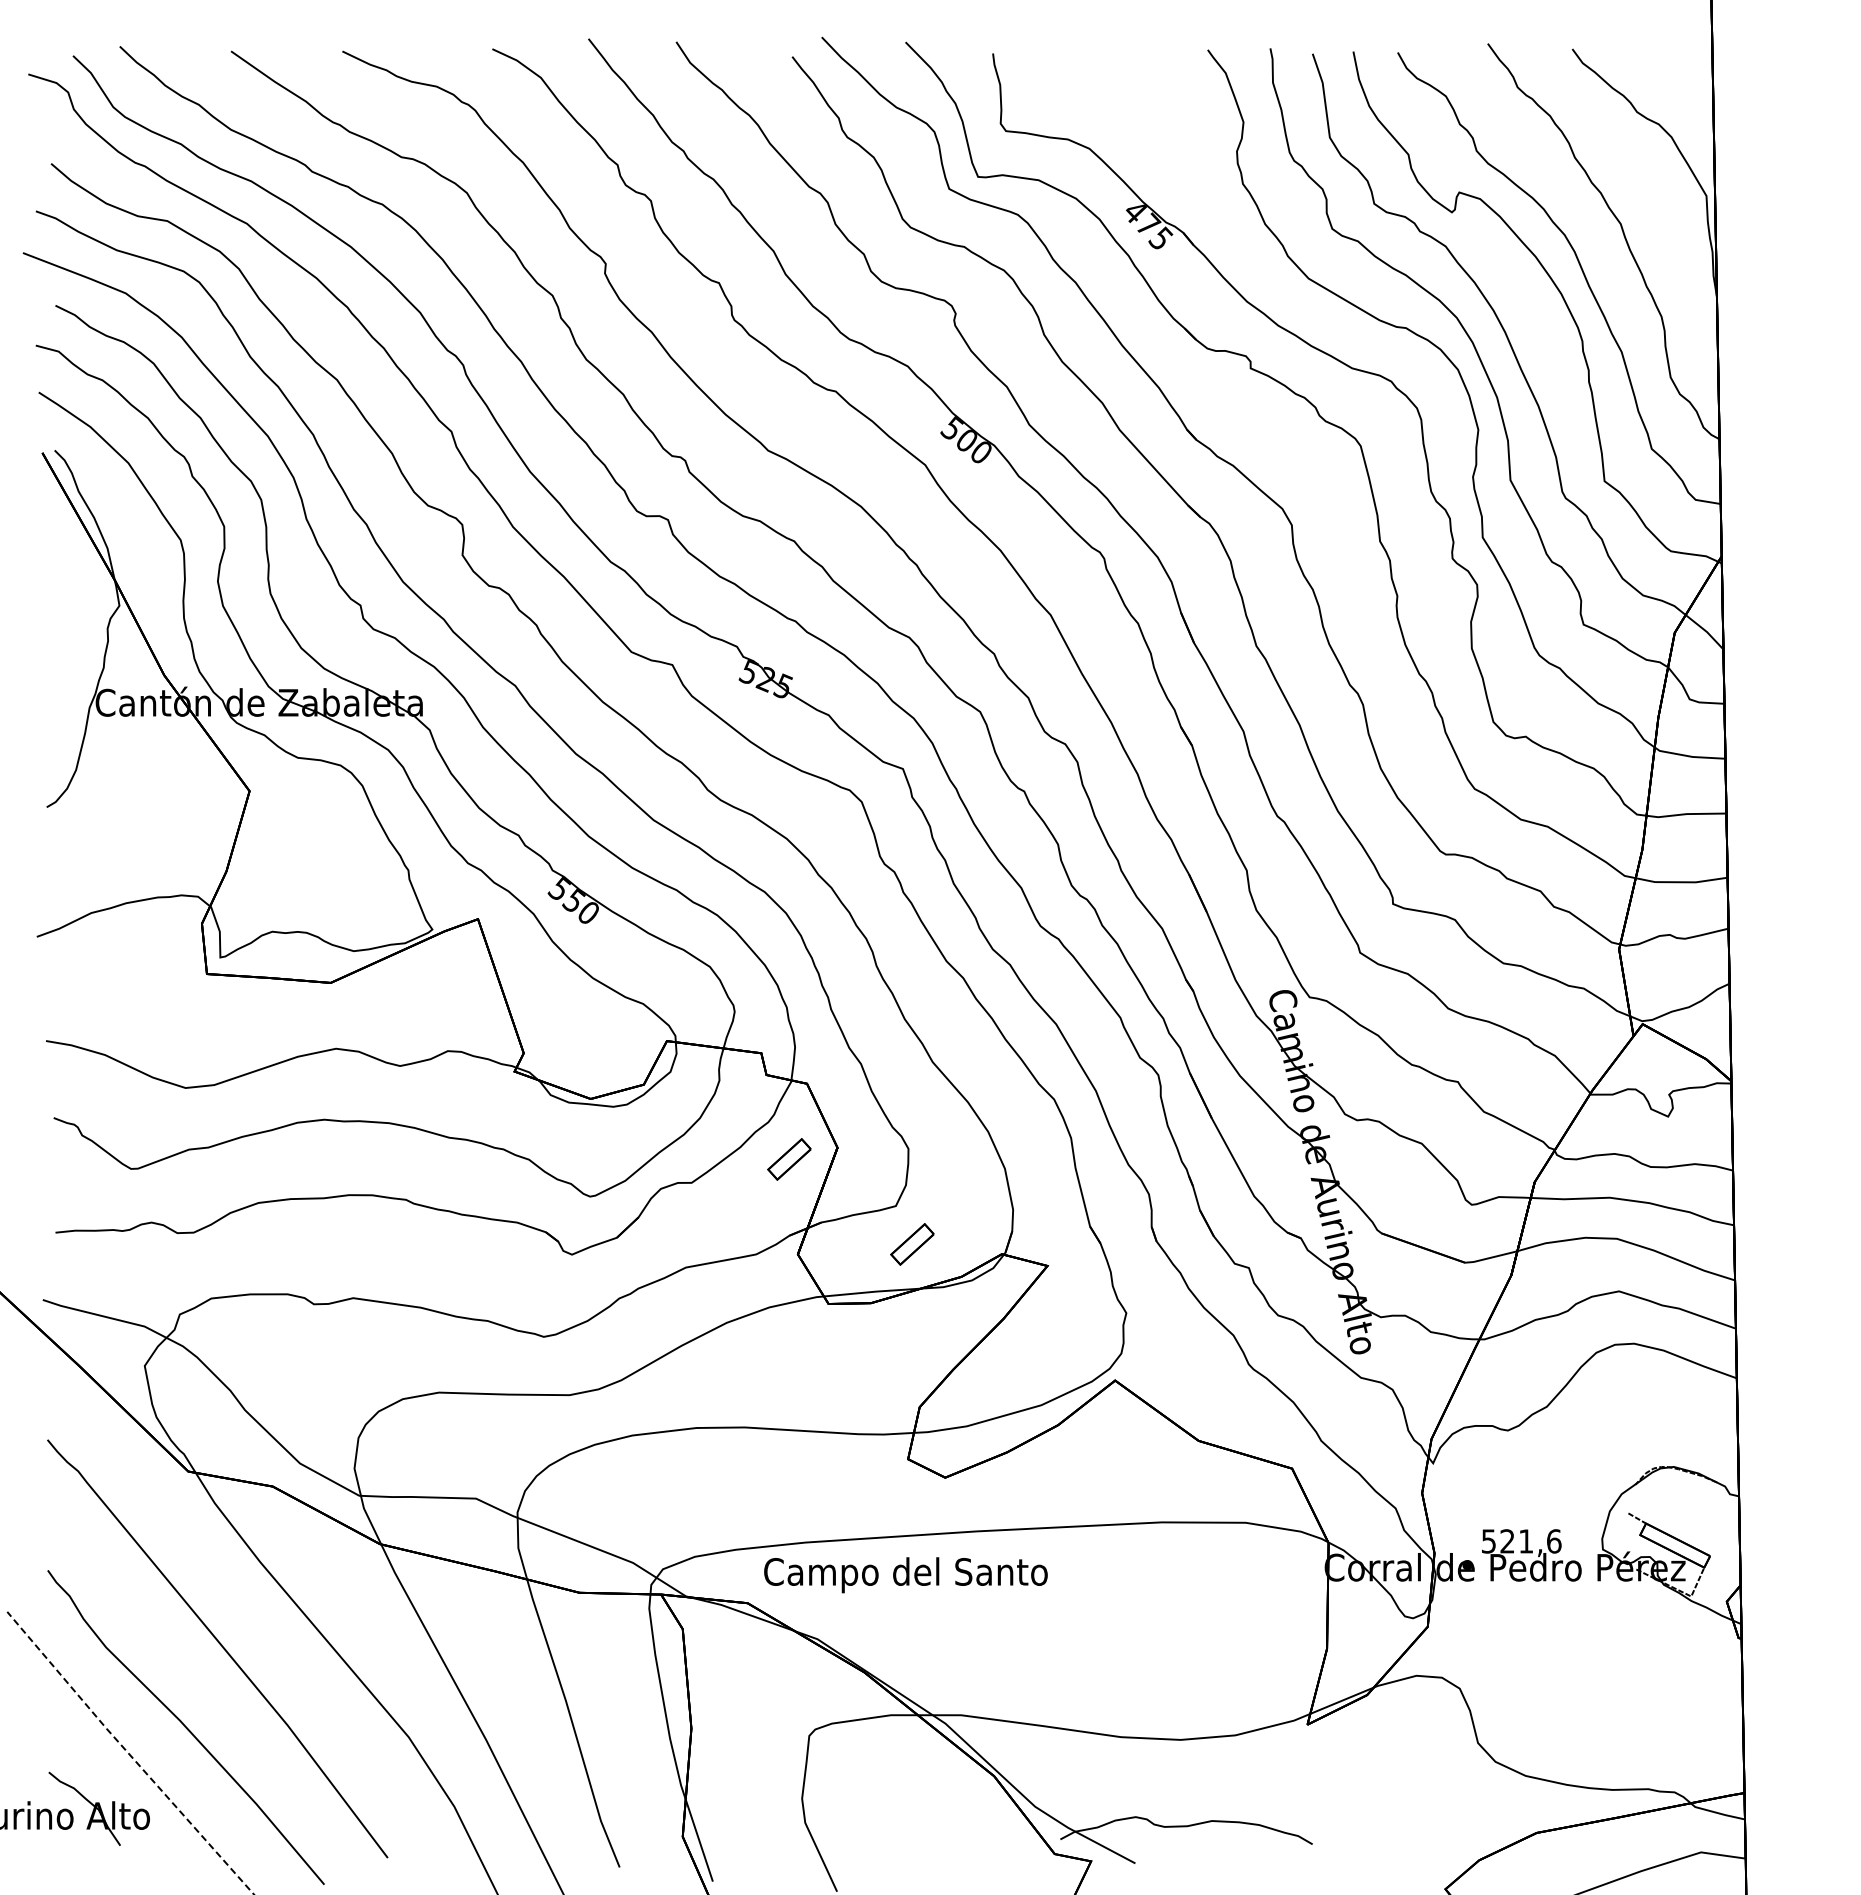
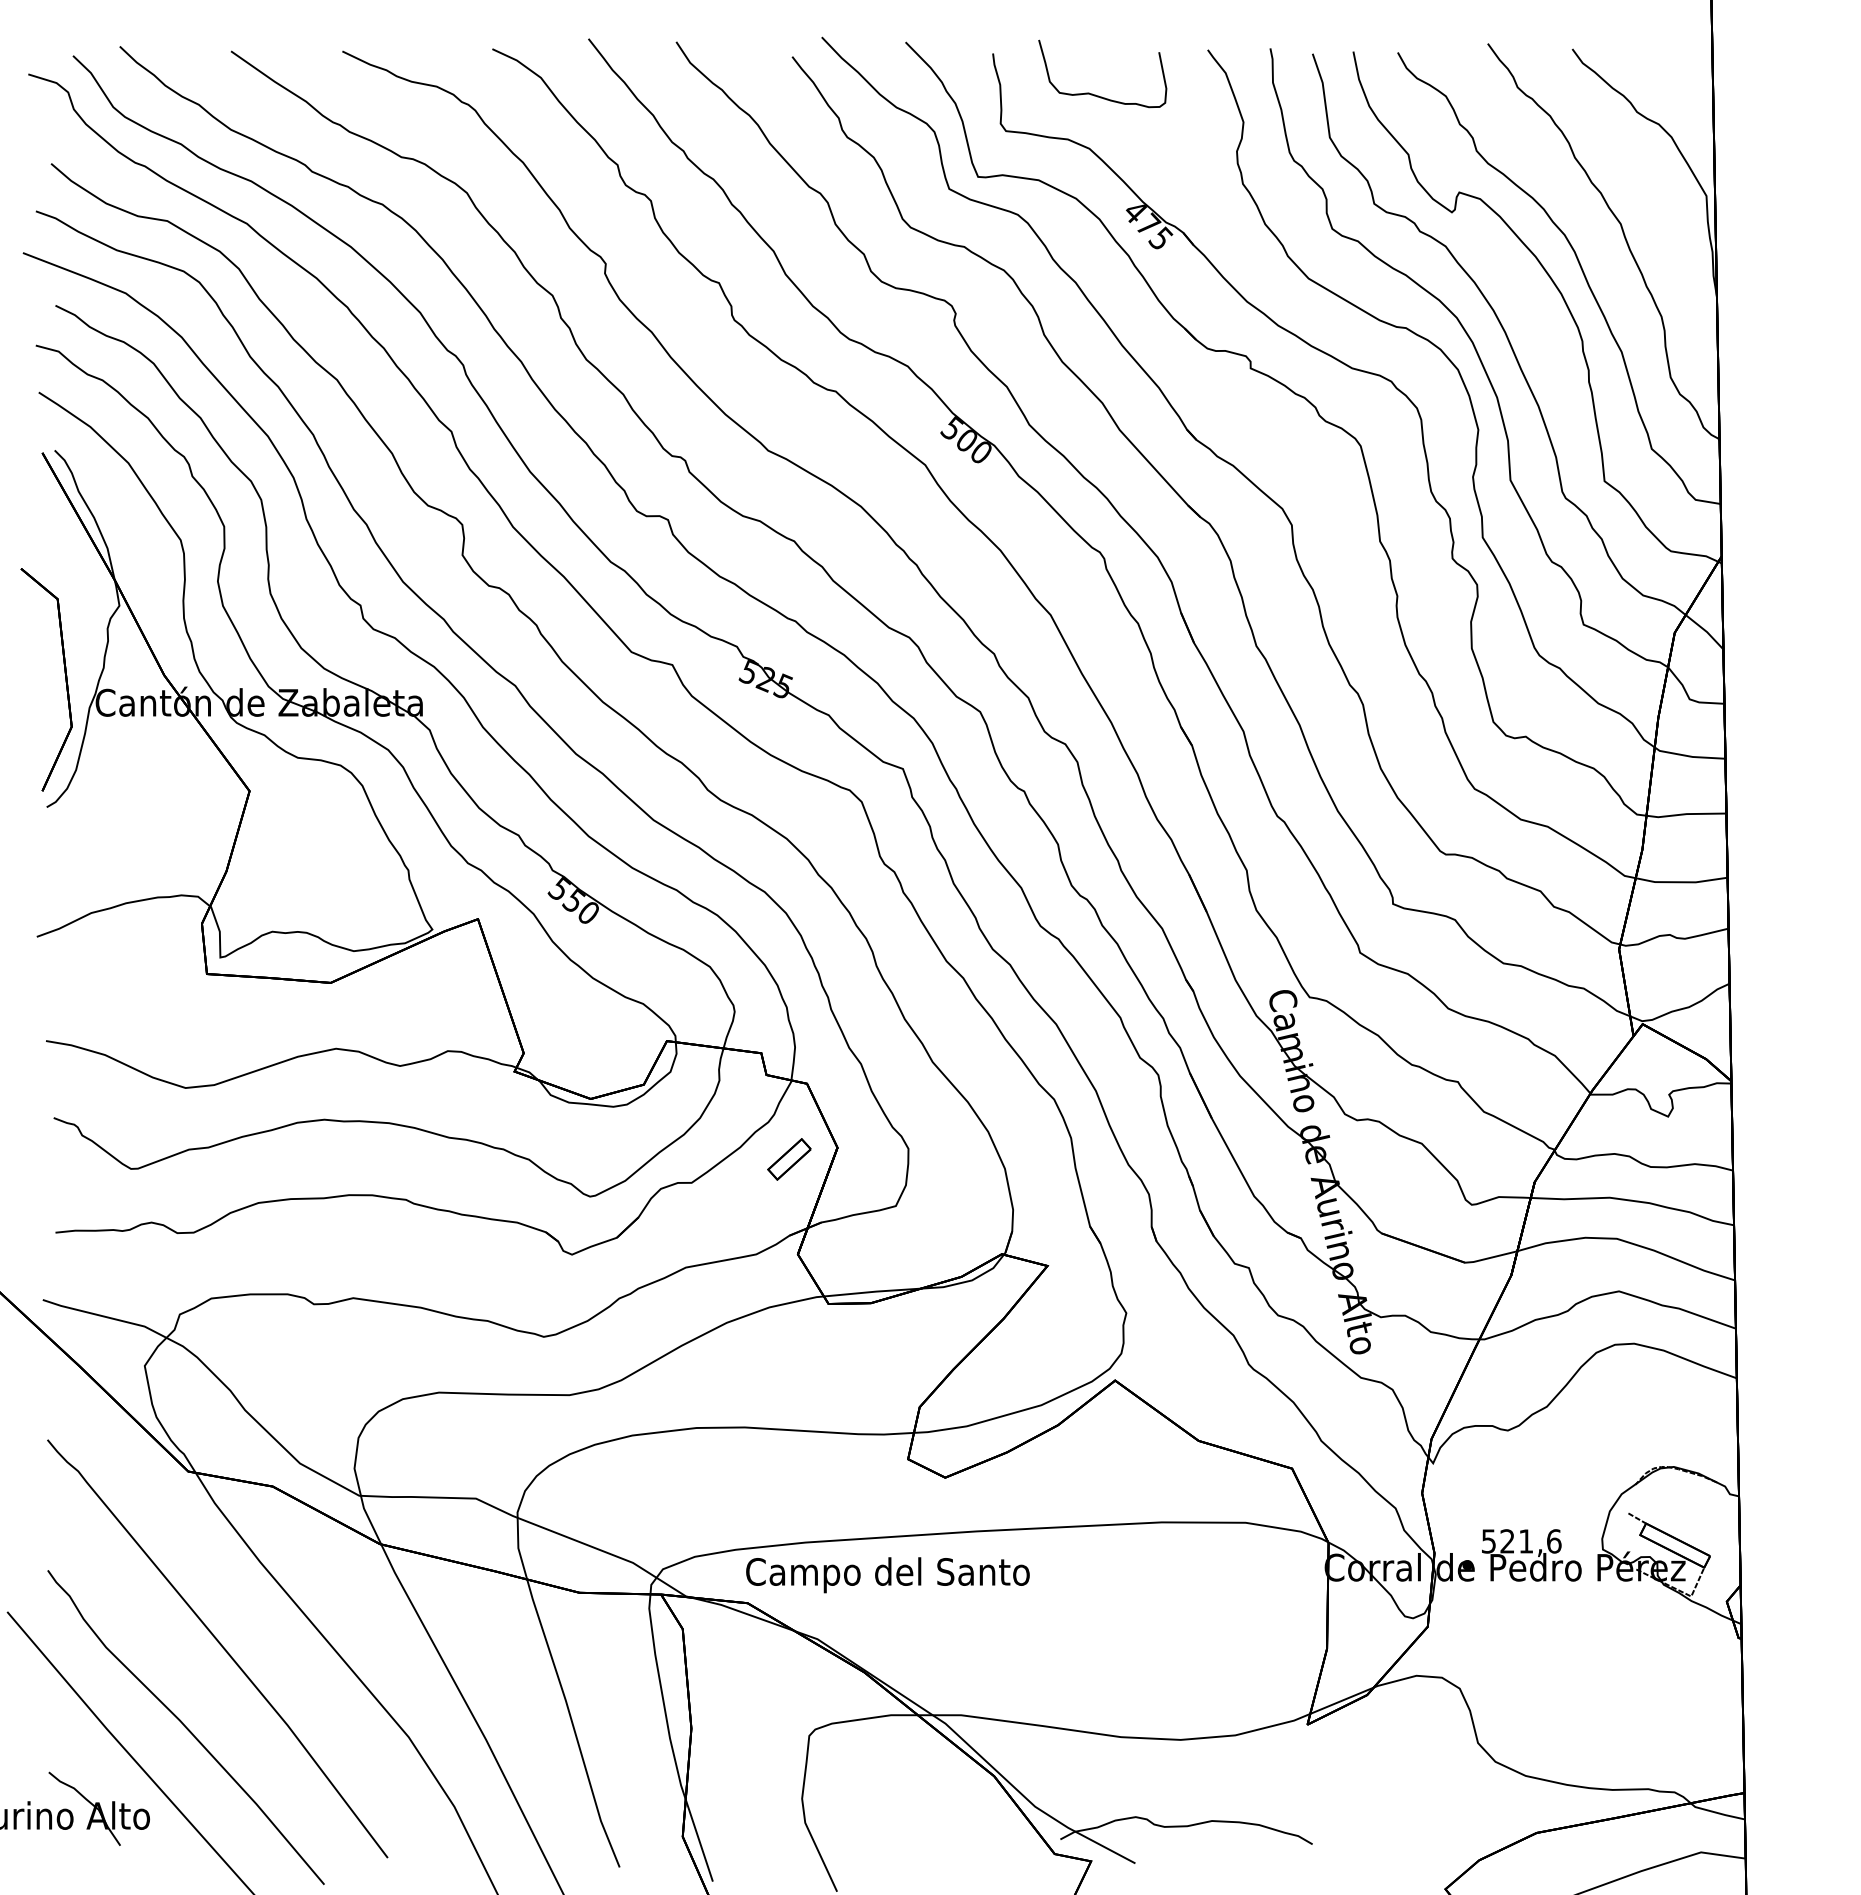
curve at (1095, 94): none -> present
part at (64, 673): none -> present
part at (912, 1244): present -> none
text at (905, 1575) position: (905, 1575) -> (887, 1575)
line at (128, 1753): dashed -> solid
